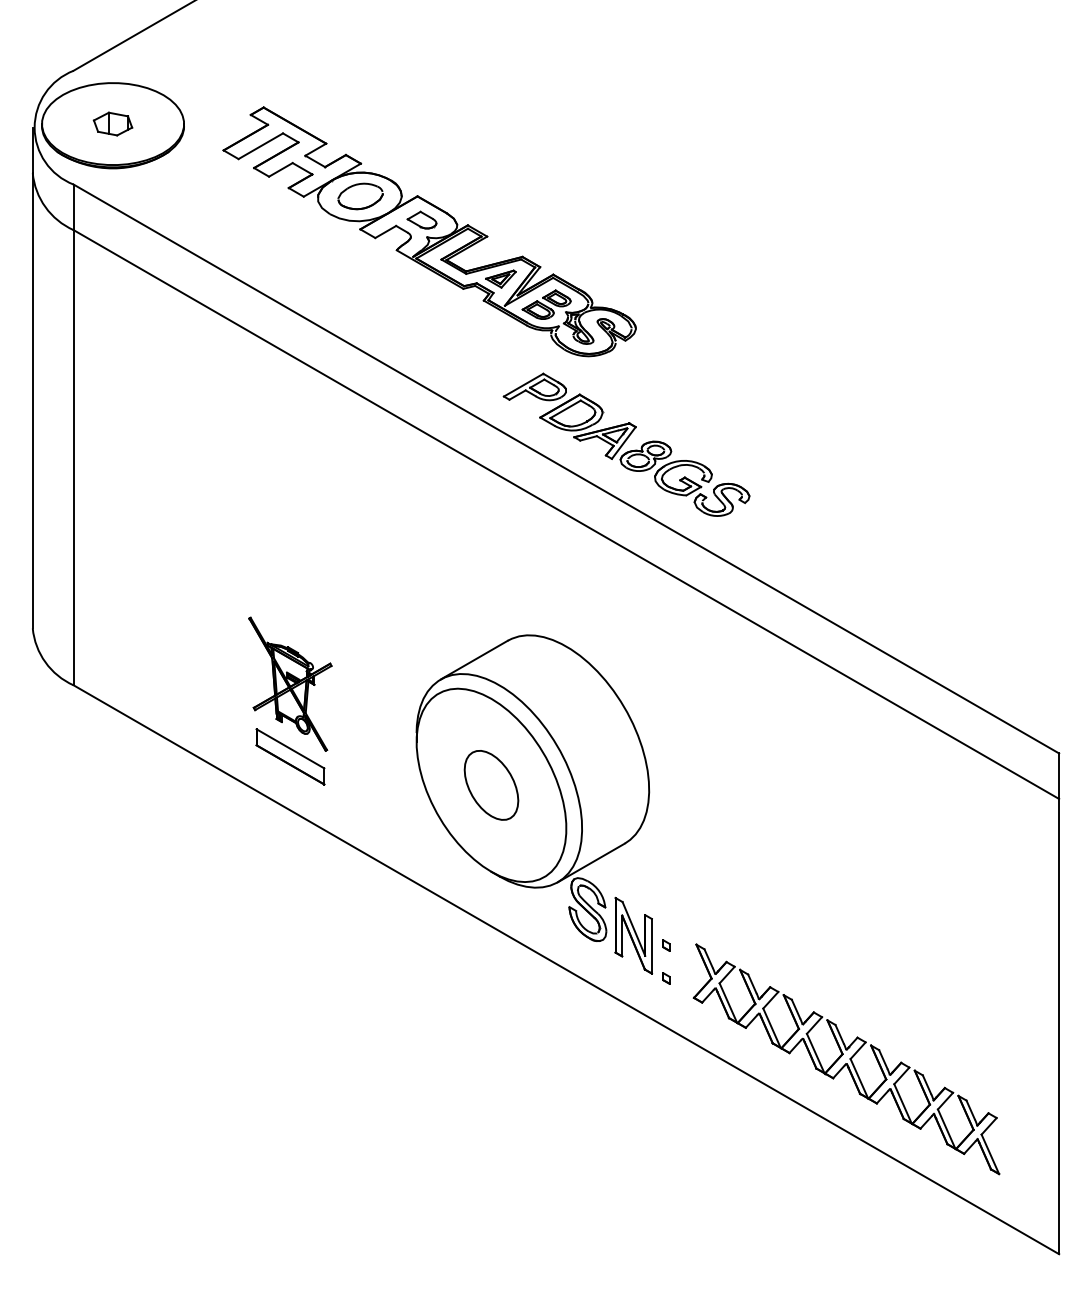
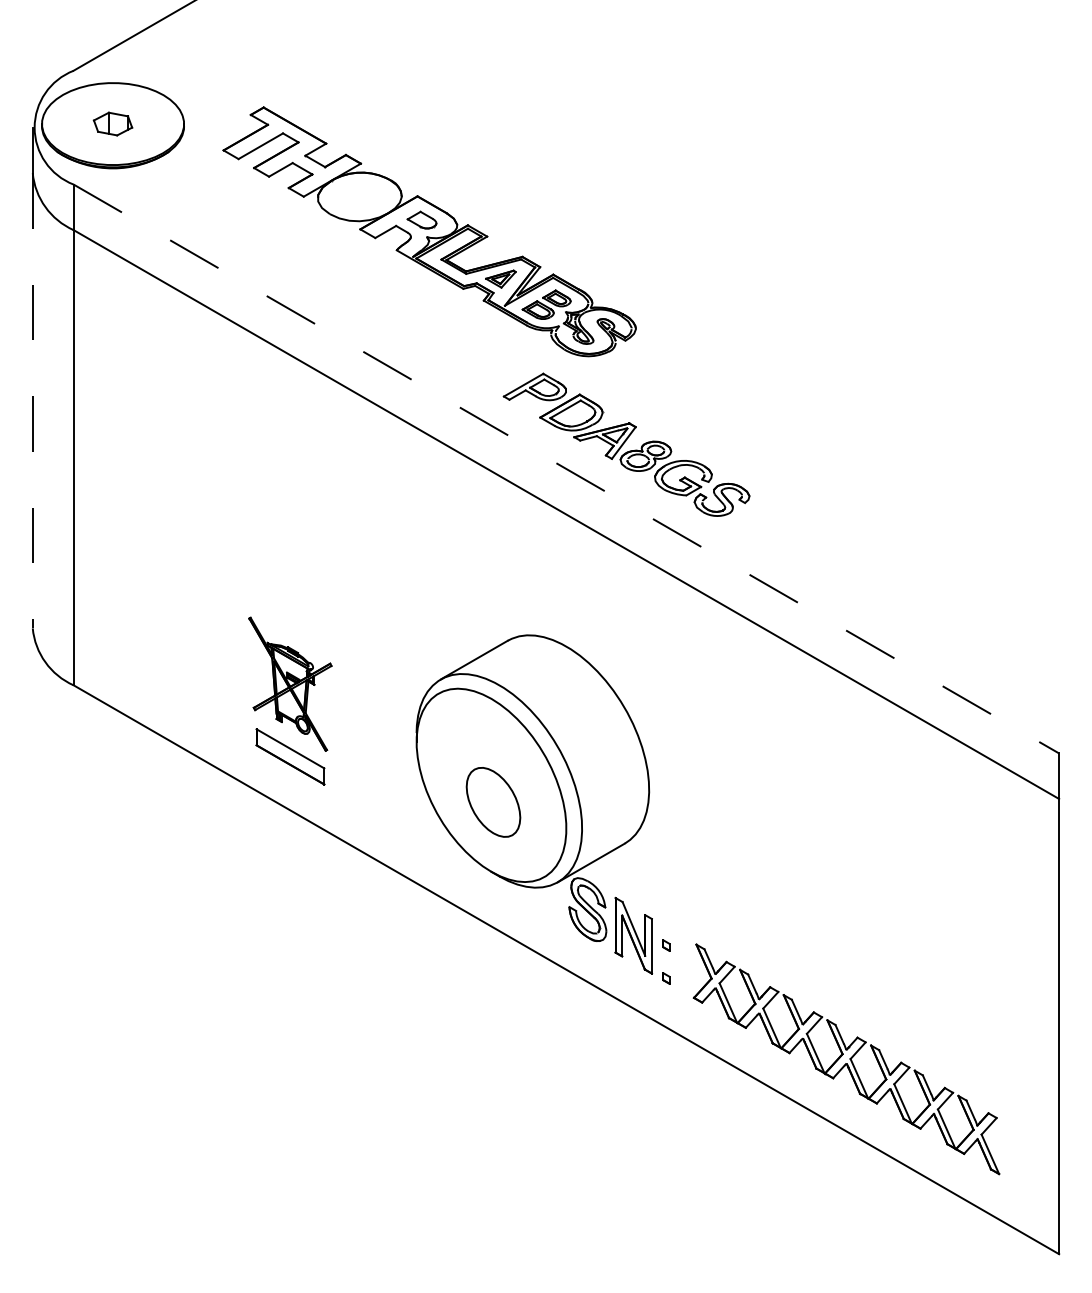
part at (361, 207): present -> none
line at (32, 400): solid -> dashed
line at (566, 469): solid -> dashed
part at (491, 785) position: (491, 785) -> (493, 802)
